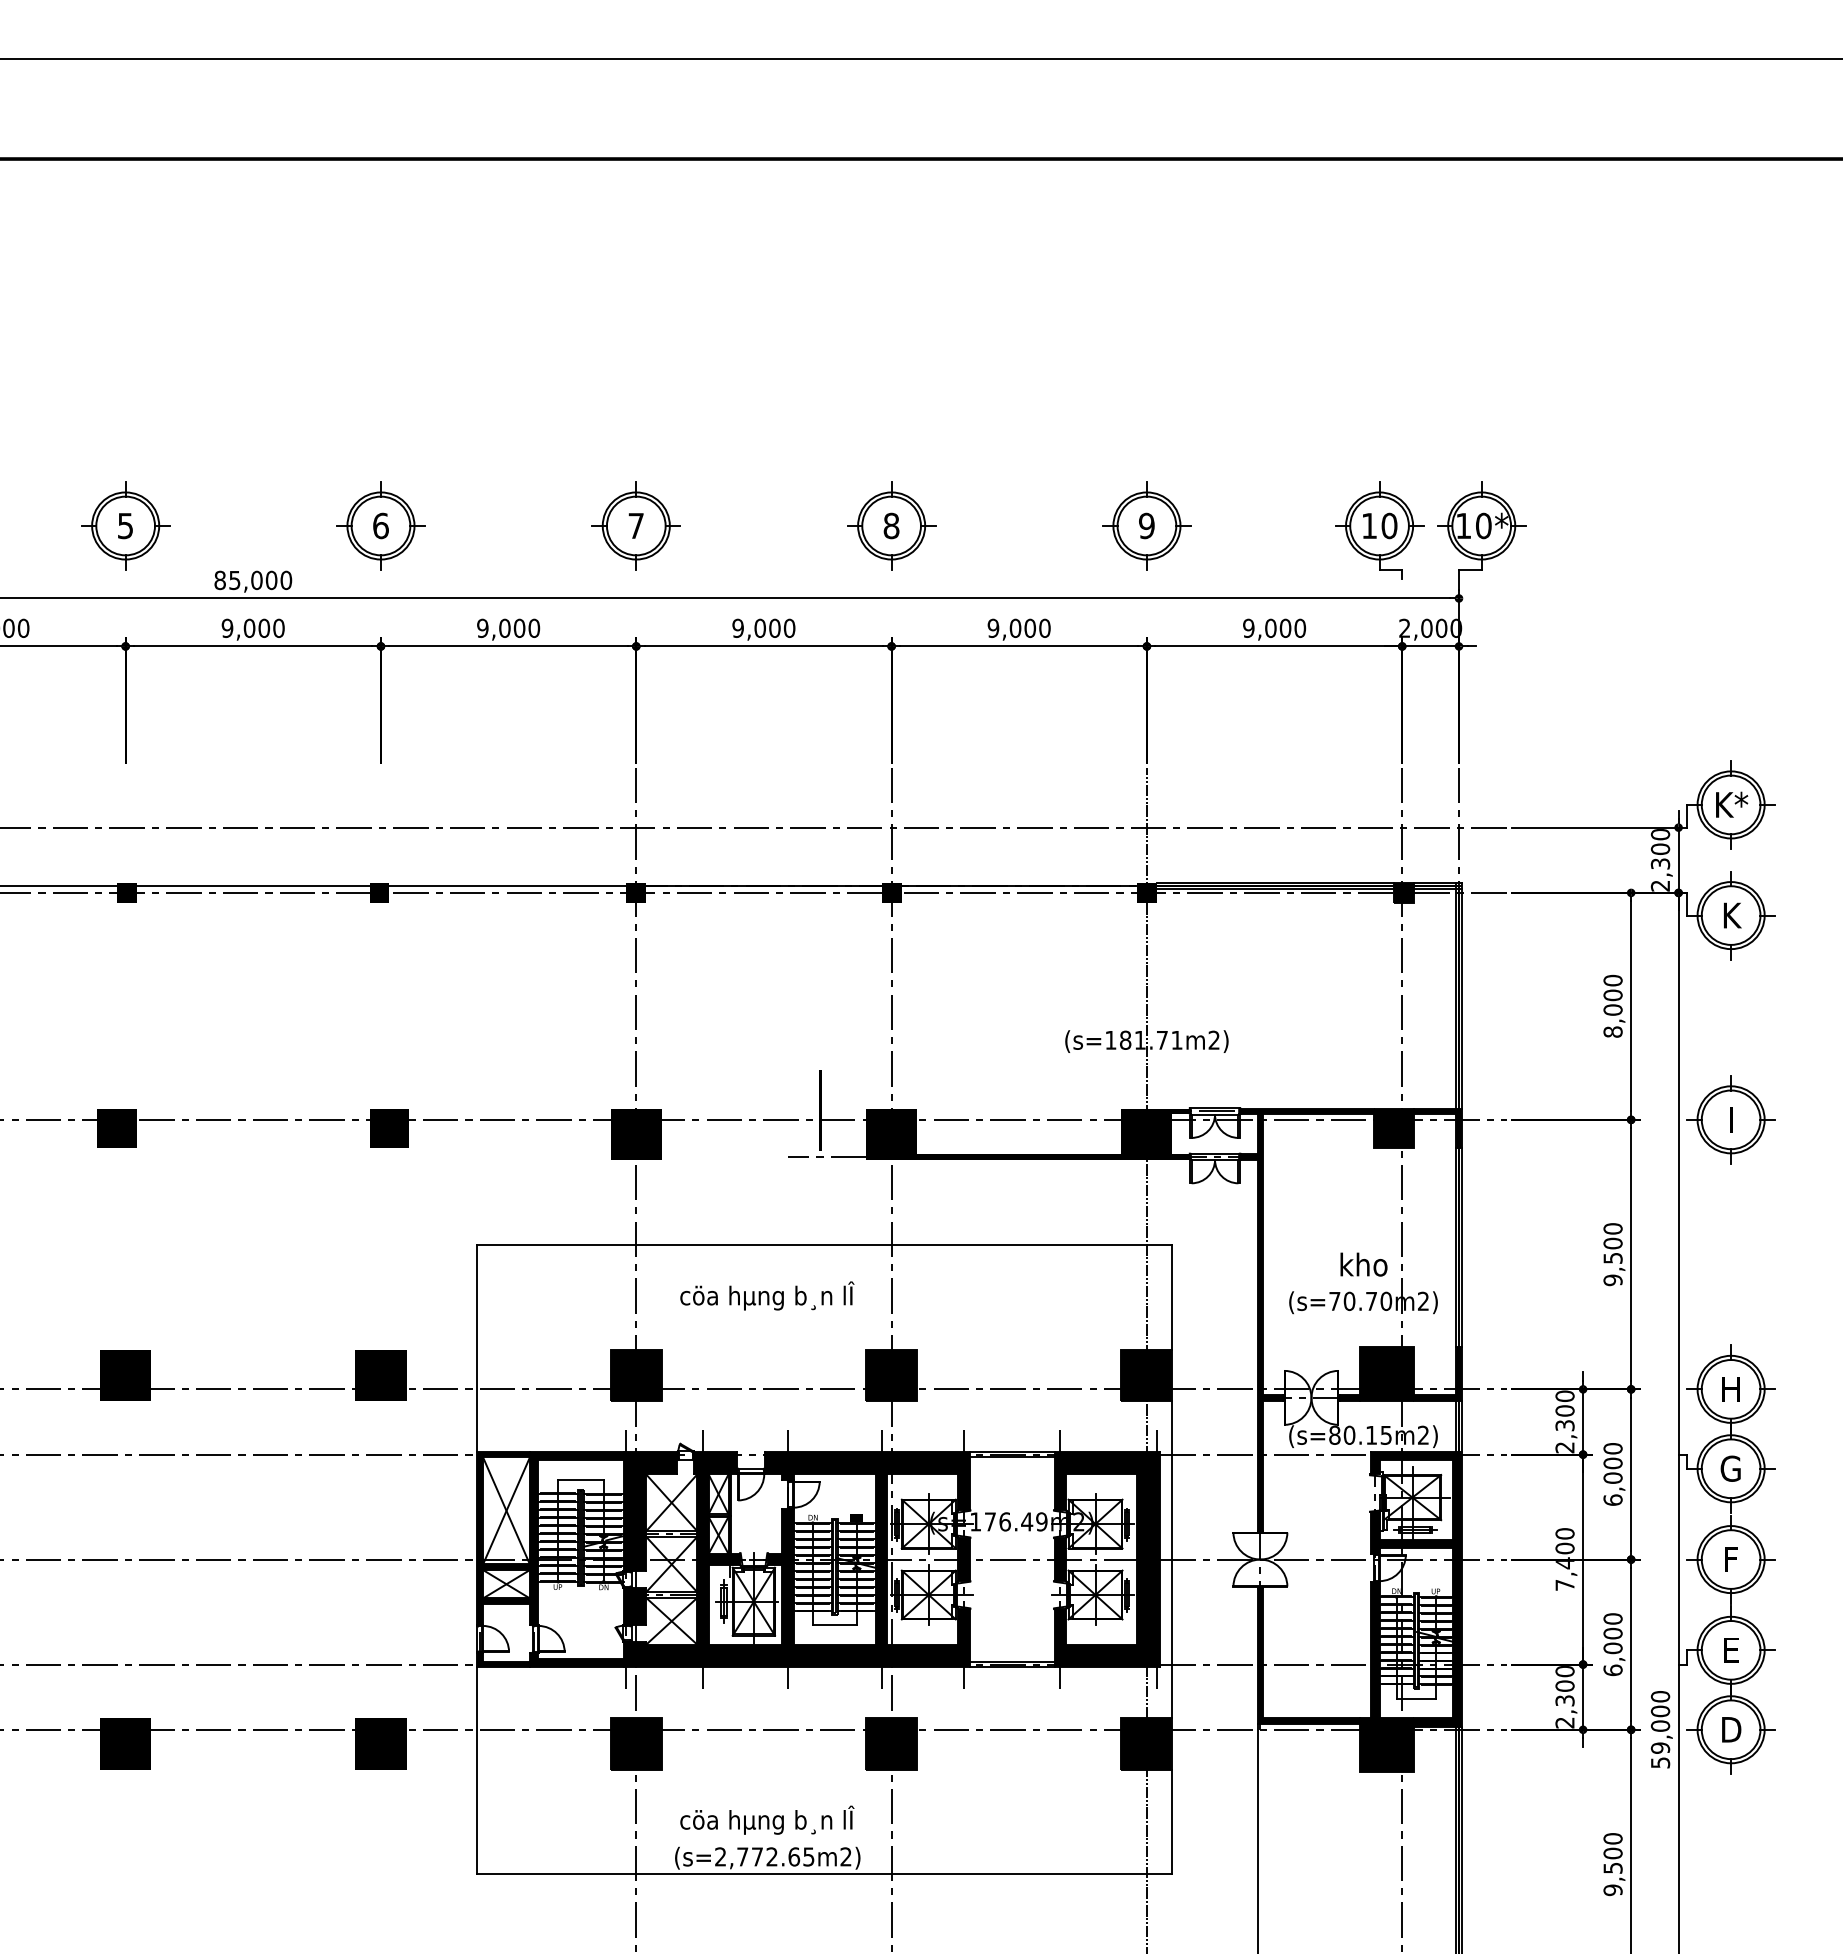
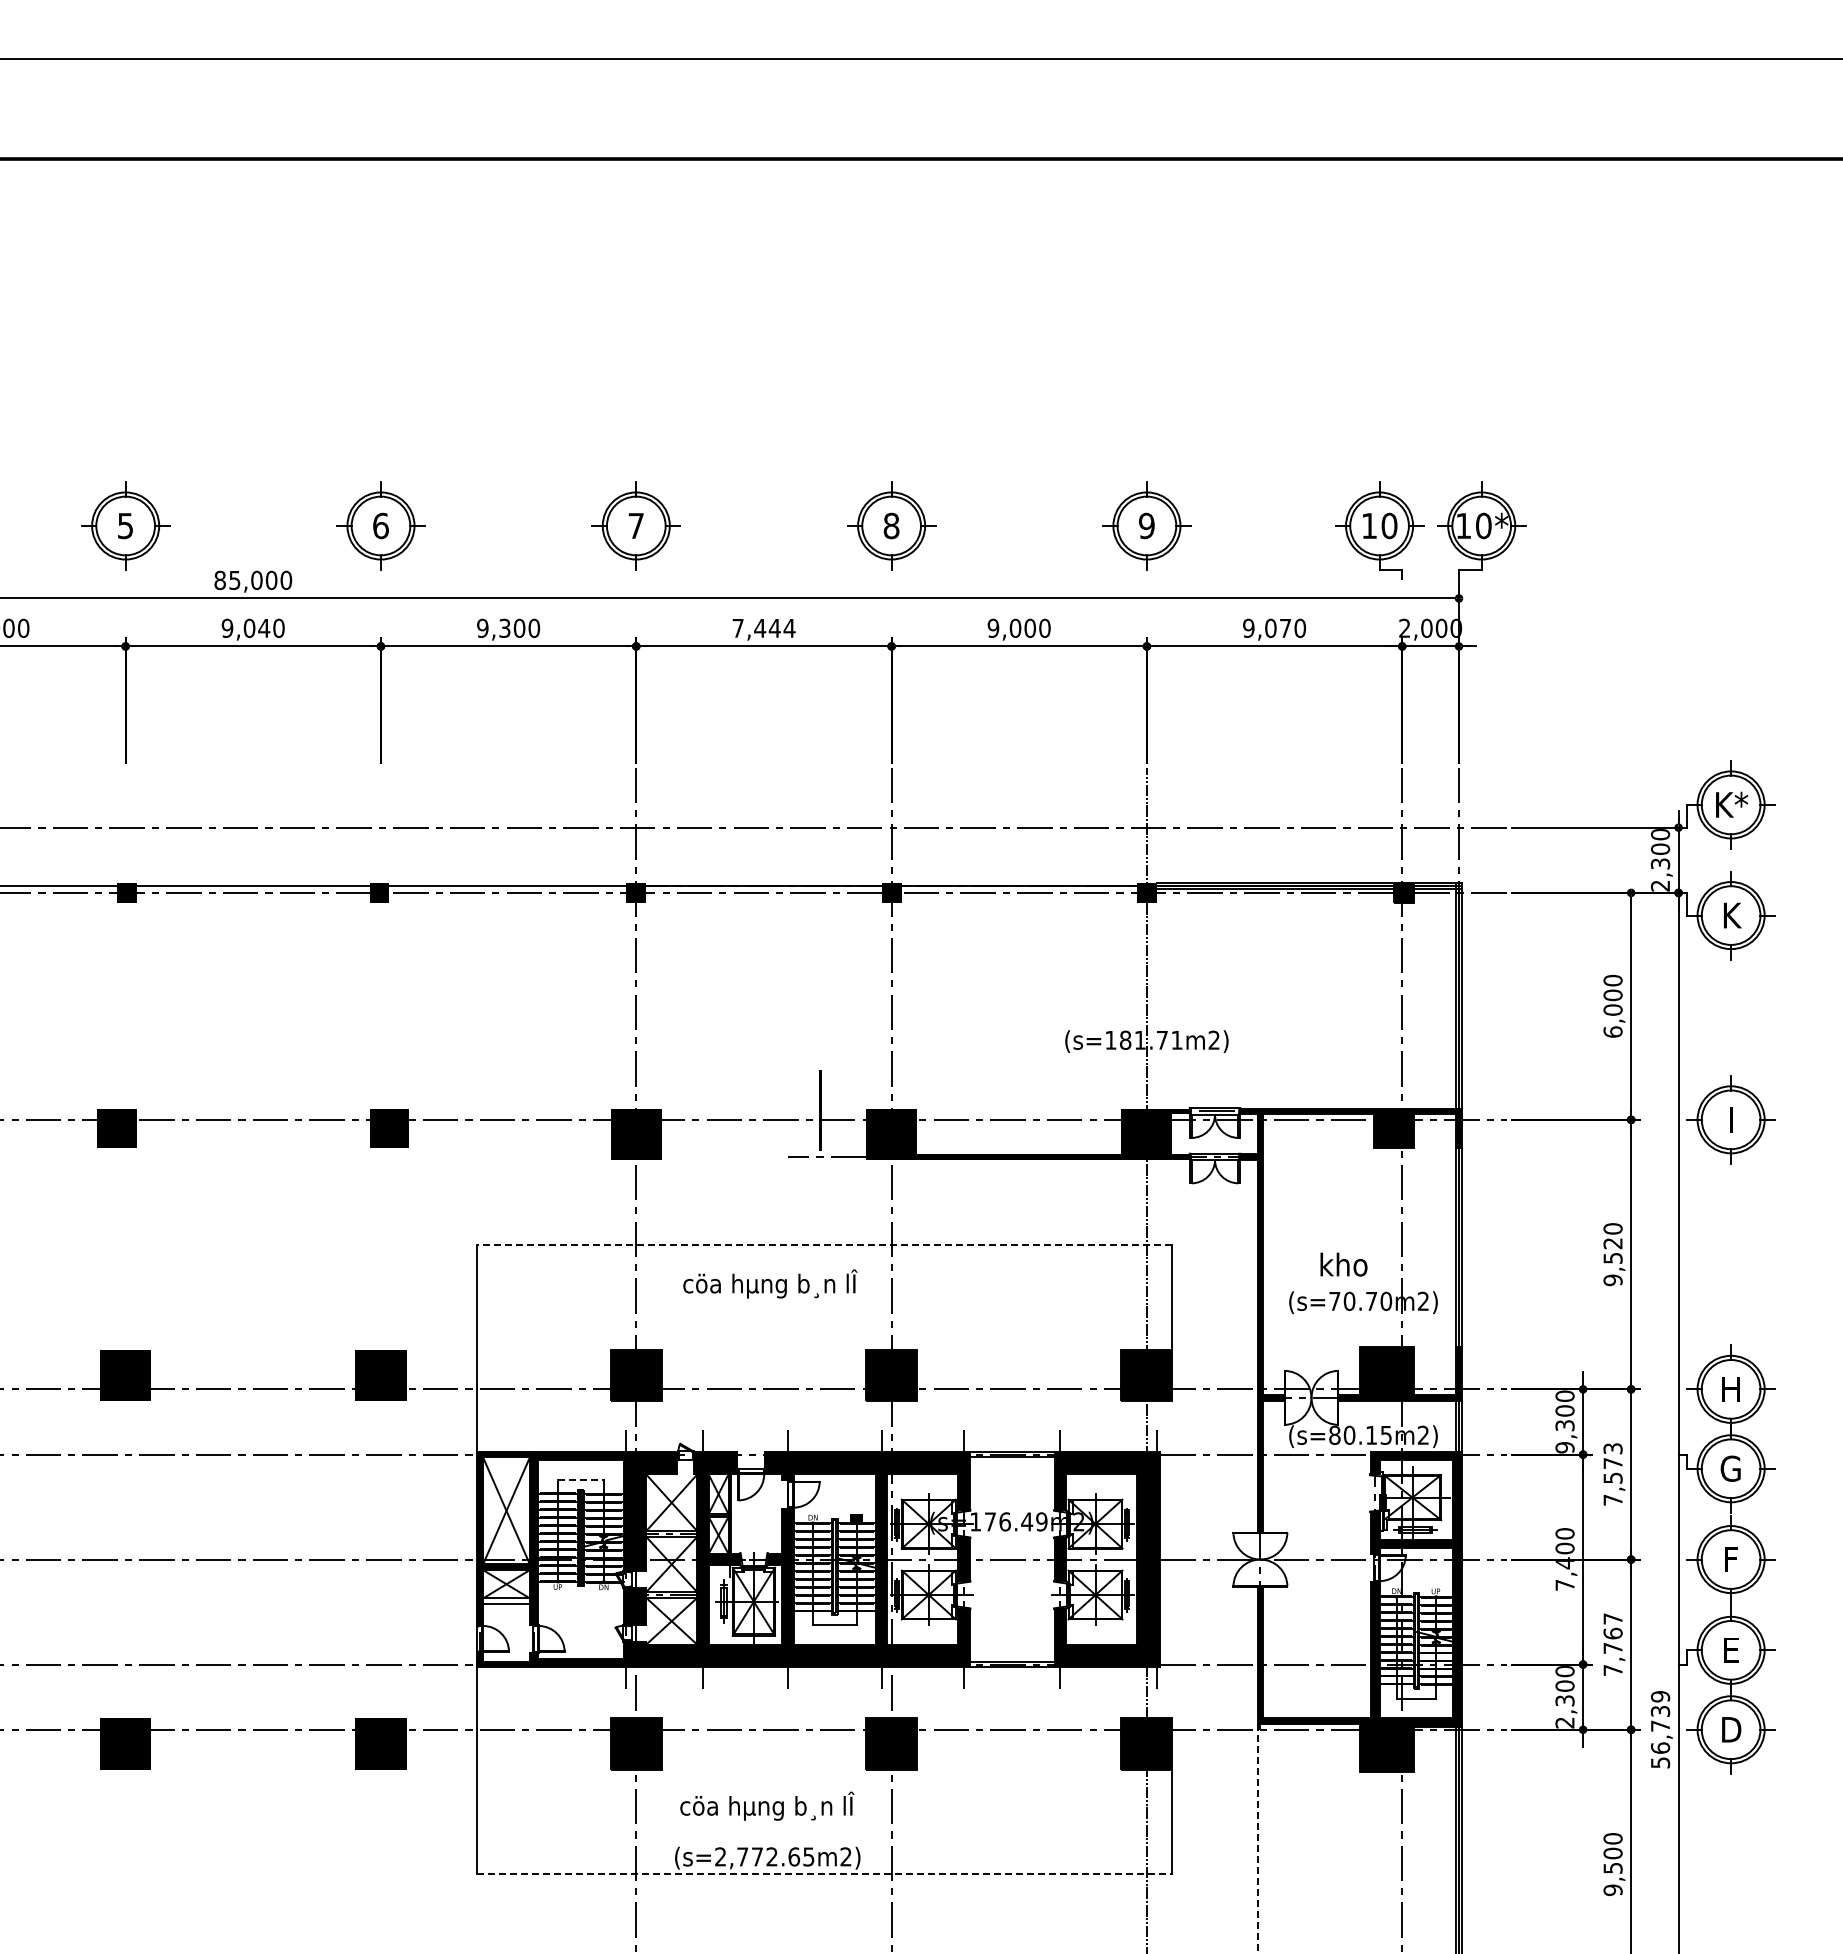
text at (264, 627): 9,000 -> 9,040
text at (763, 627): 9,000 -> 7,444
text at (1285, 627): 9,000 -> 9,070
text at (504, 628): 9,000 -> 9,300
text at (1612, 1031): 8,000 -> 6,000
text at (1612, 1243): 9,500 -> 9,520
line at (824, 1244): solid -> dashed
text at (1363, 1264) position: (1363, 1264) -> (1343, 1264)
text at (767, 1295) position: (767, 1295) -> (770, 1283)
text at (1564, 1447): 2,300 -> 9,300
text at (1612, 1474): 6,000 -> 7,573
line at (580, 1480): solid -> dashed
line at (1172, 1559): present -> none
fill at (506, 1601): present -> none
text at (1612, 1644): 6,000 -> 7,767
text at (1660, 1722): 59,000 -> 56,739
text at (767, 1819) position: (767, 1819) -> (767, 1805)
line at (1257, 1838): solid -> dashed
line at (824, 1874): solid -> dashed
